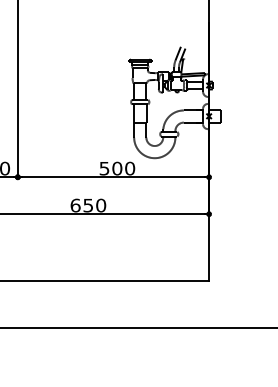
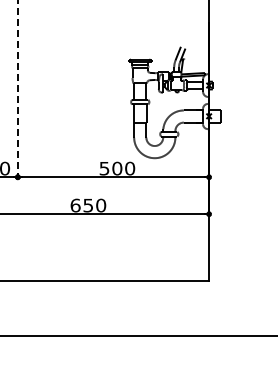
line at (17, 90): solid -> dashed
line at (138, 327) position: (138, 327) -> (138, 335)
